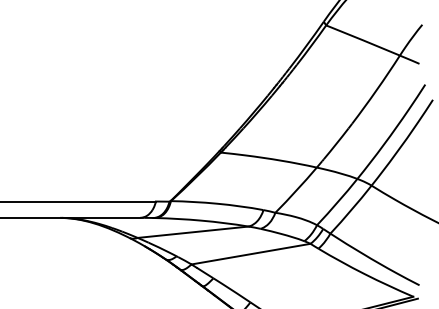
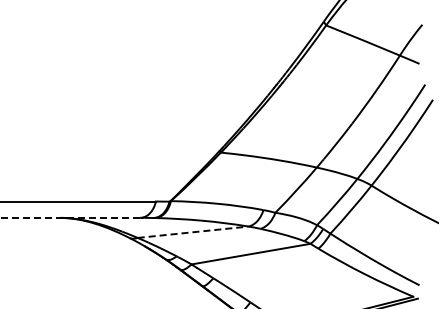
line at (70, 217): solid -> dashed
line at (193, 232): solid -> dashed
